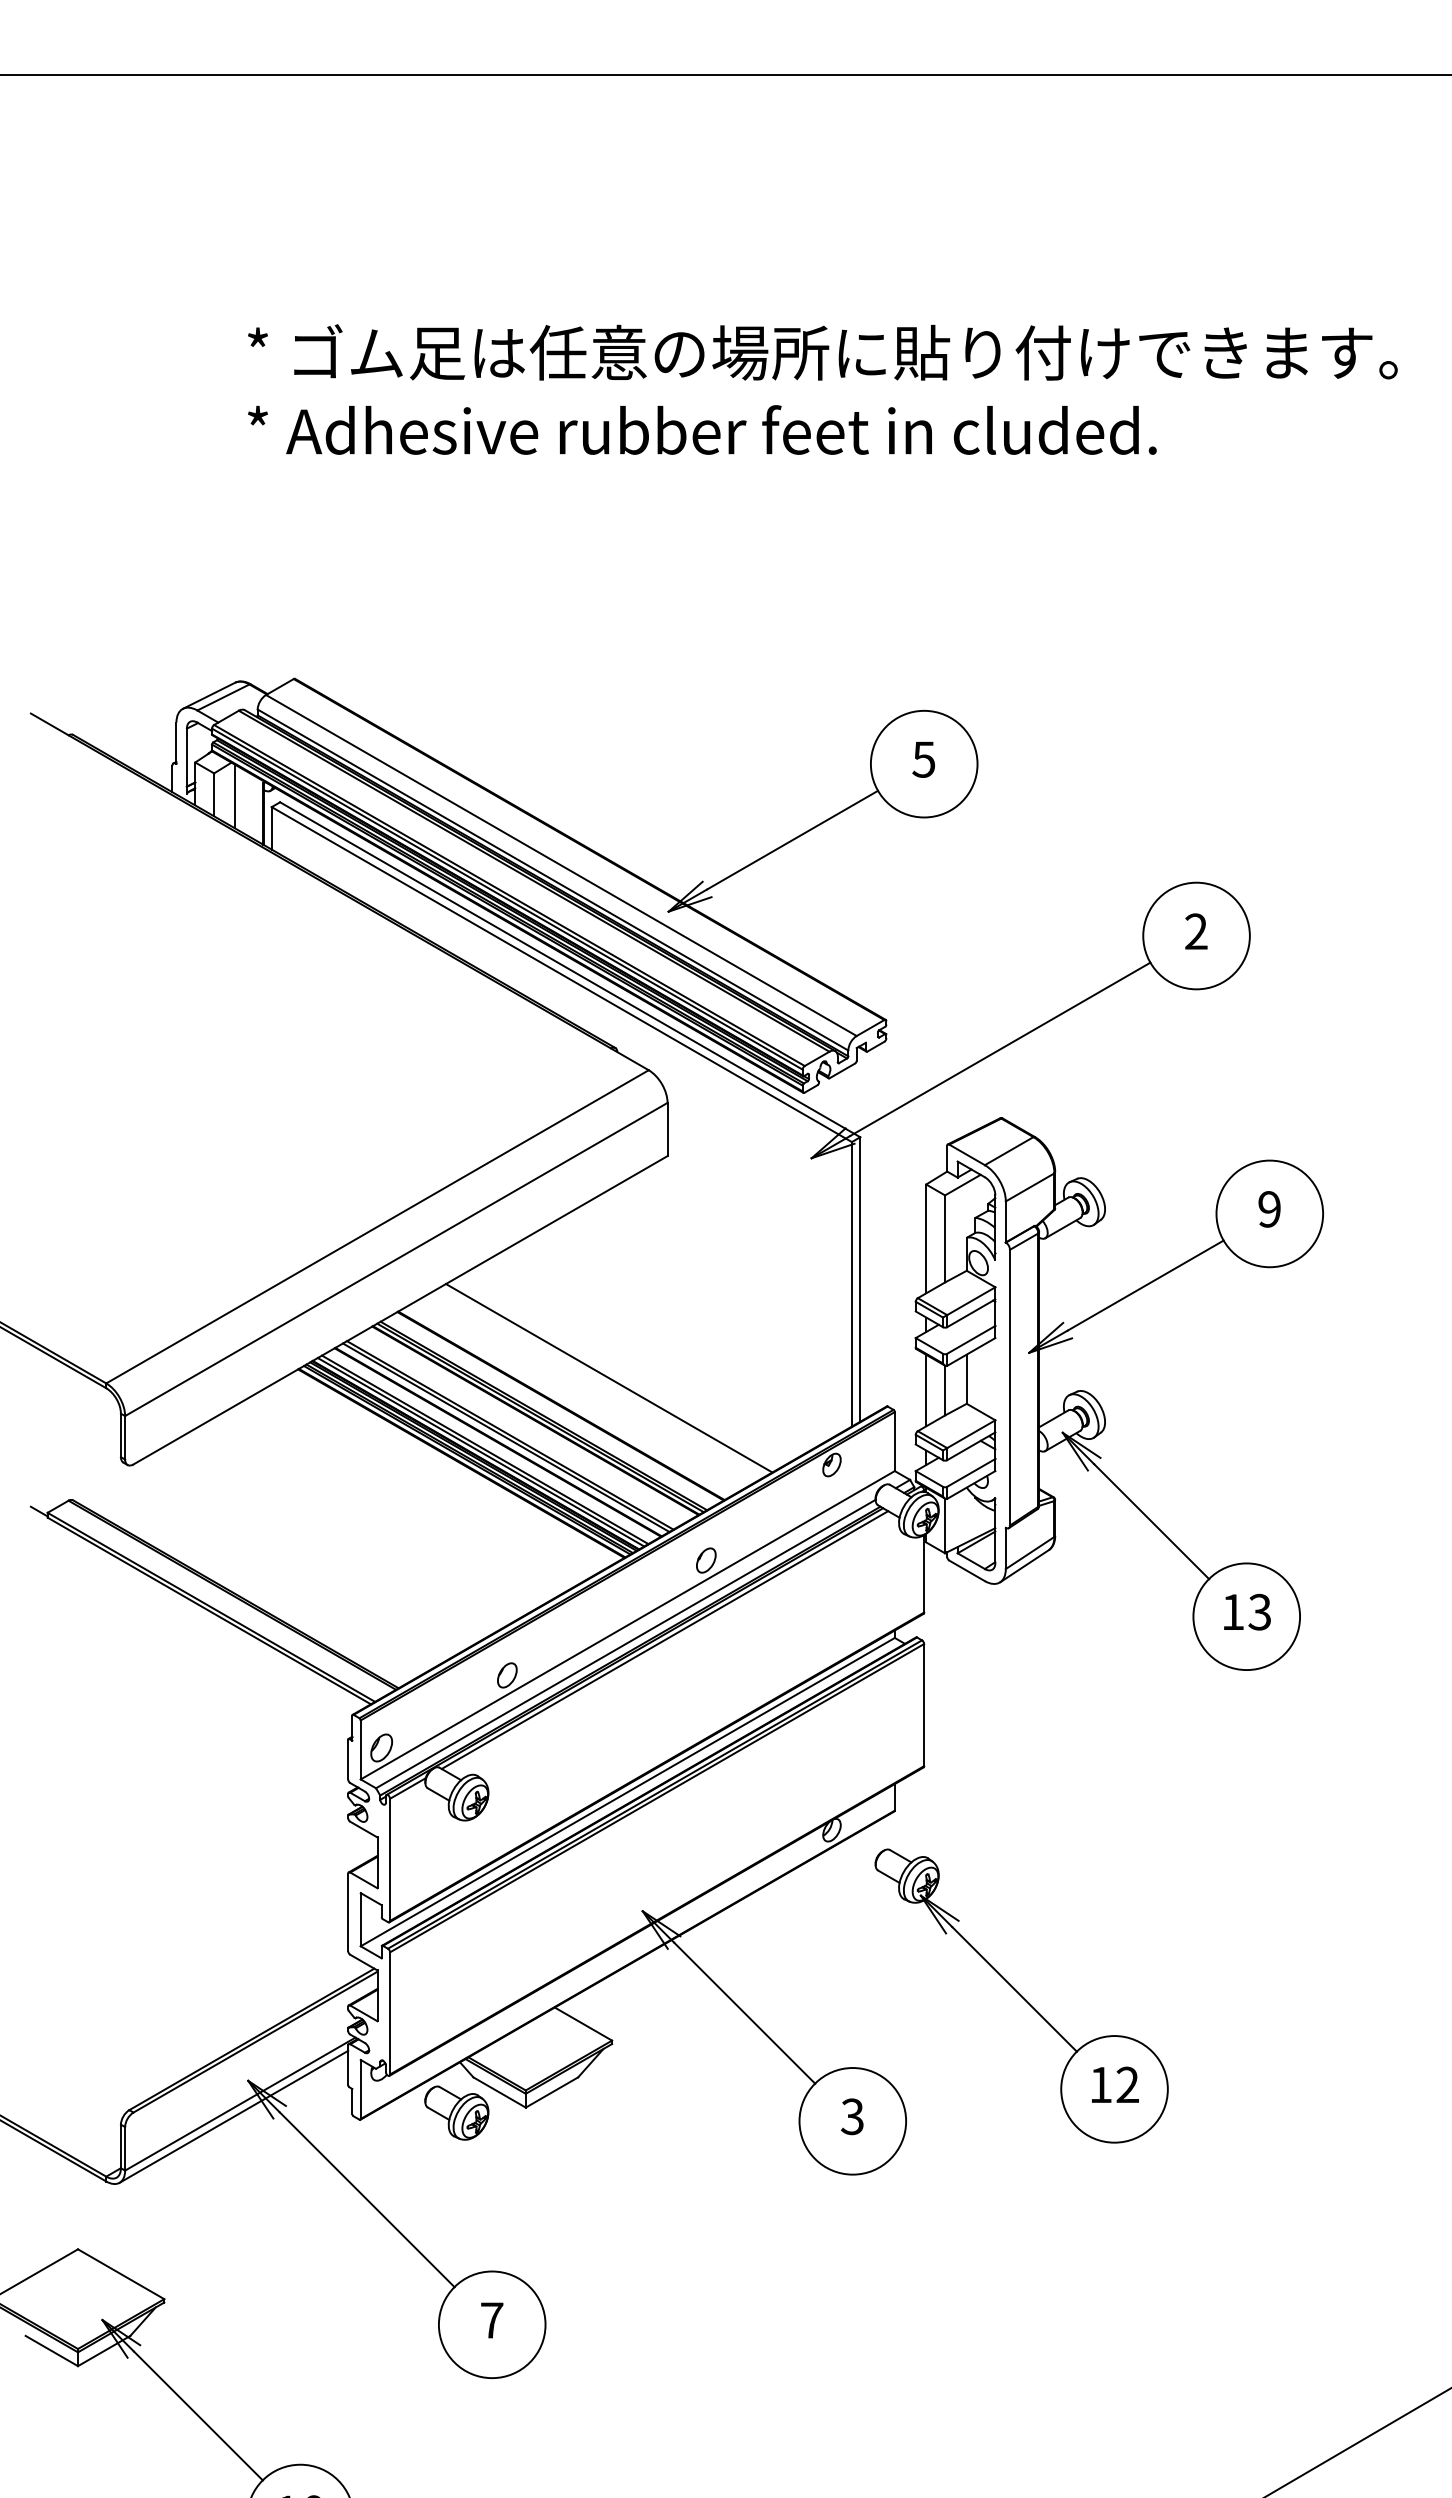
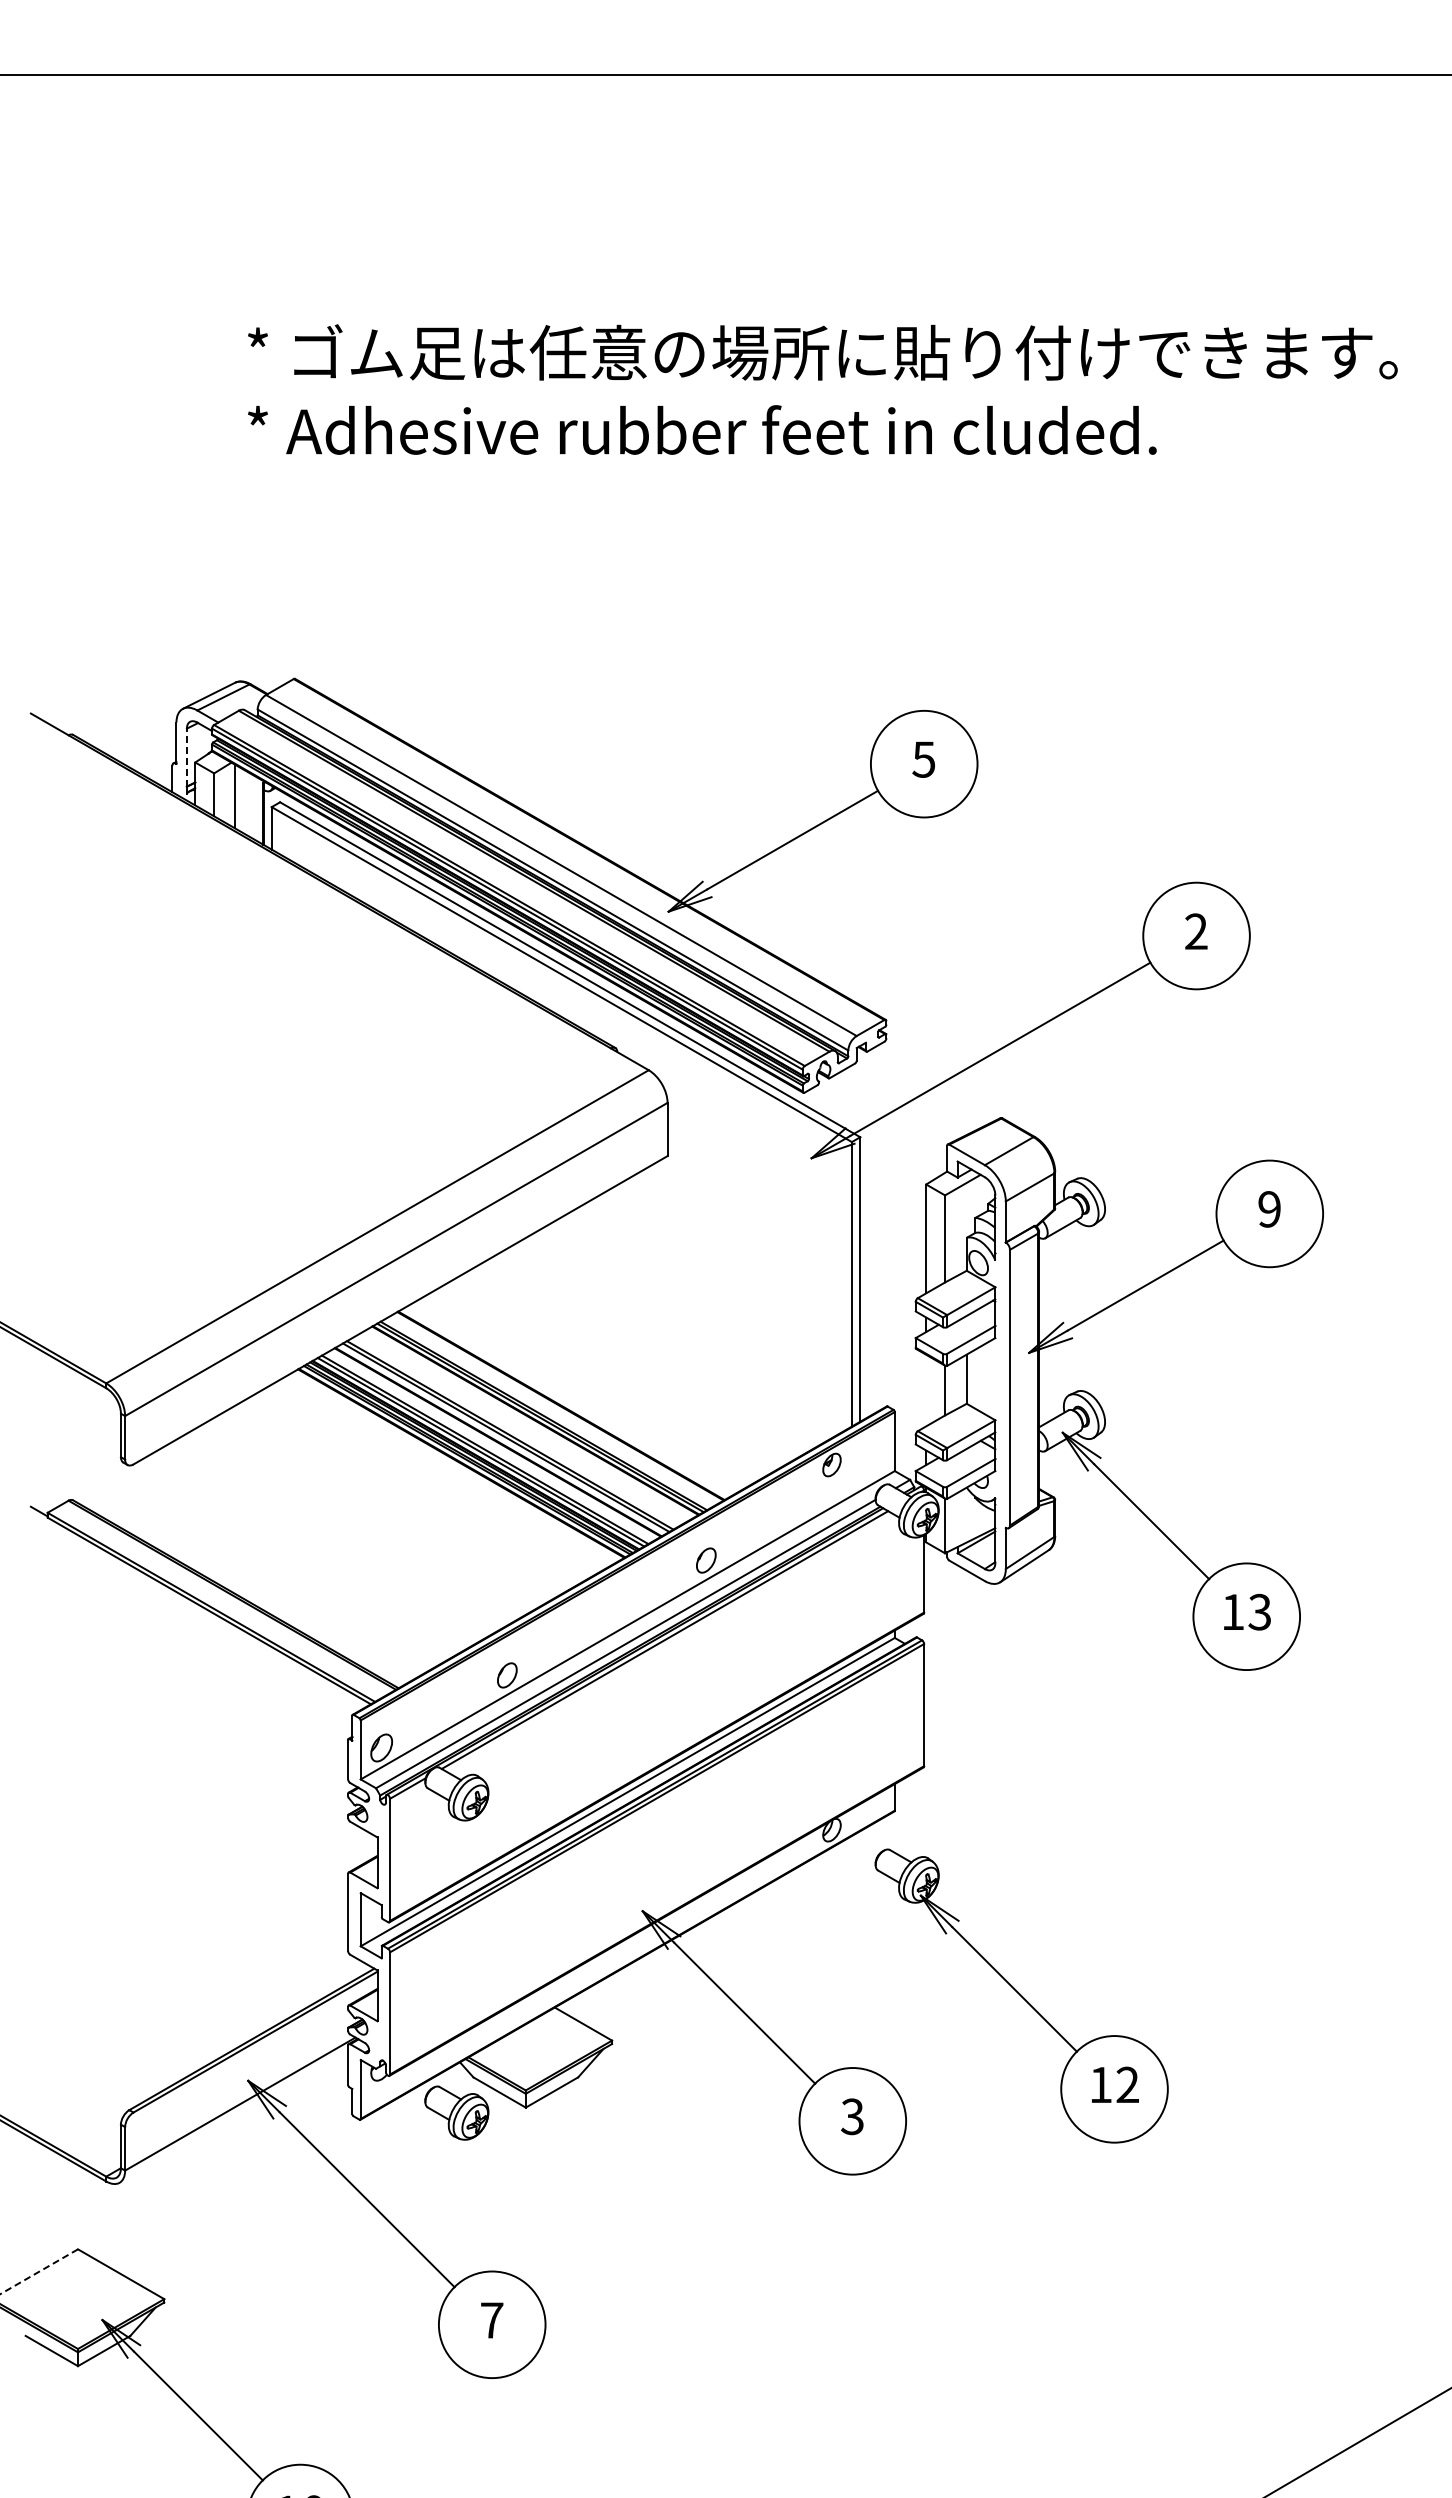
line at (186, 757): solid -> dashed
line at (609, 1378): present -> none
line at (926, 1390): present -> none
line at (233, 2116): present -> none
line at (39, 2271): solid -> dashed
